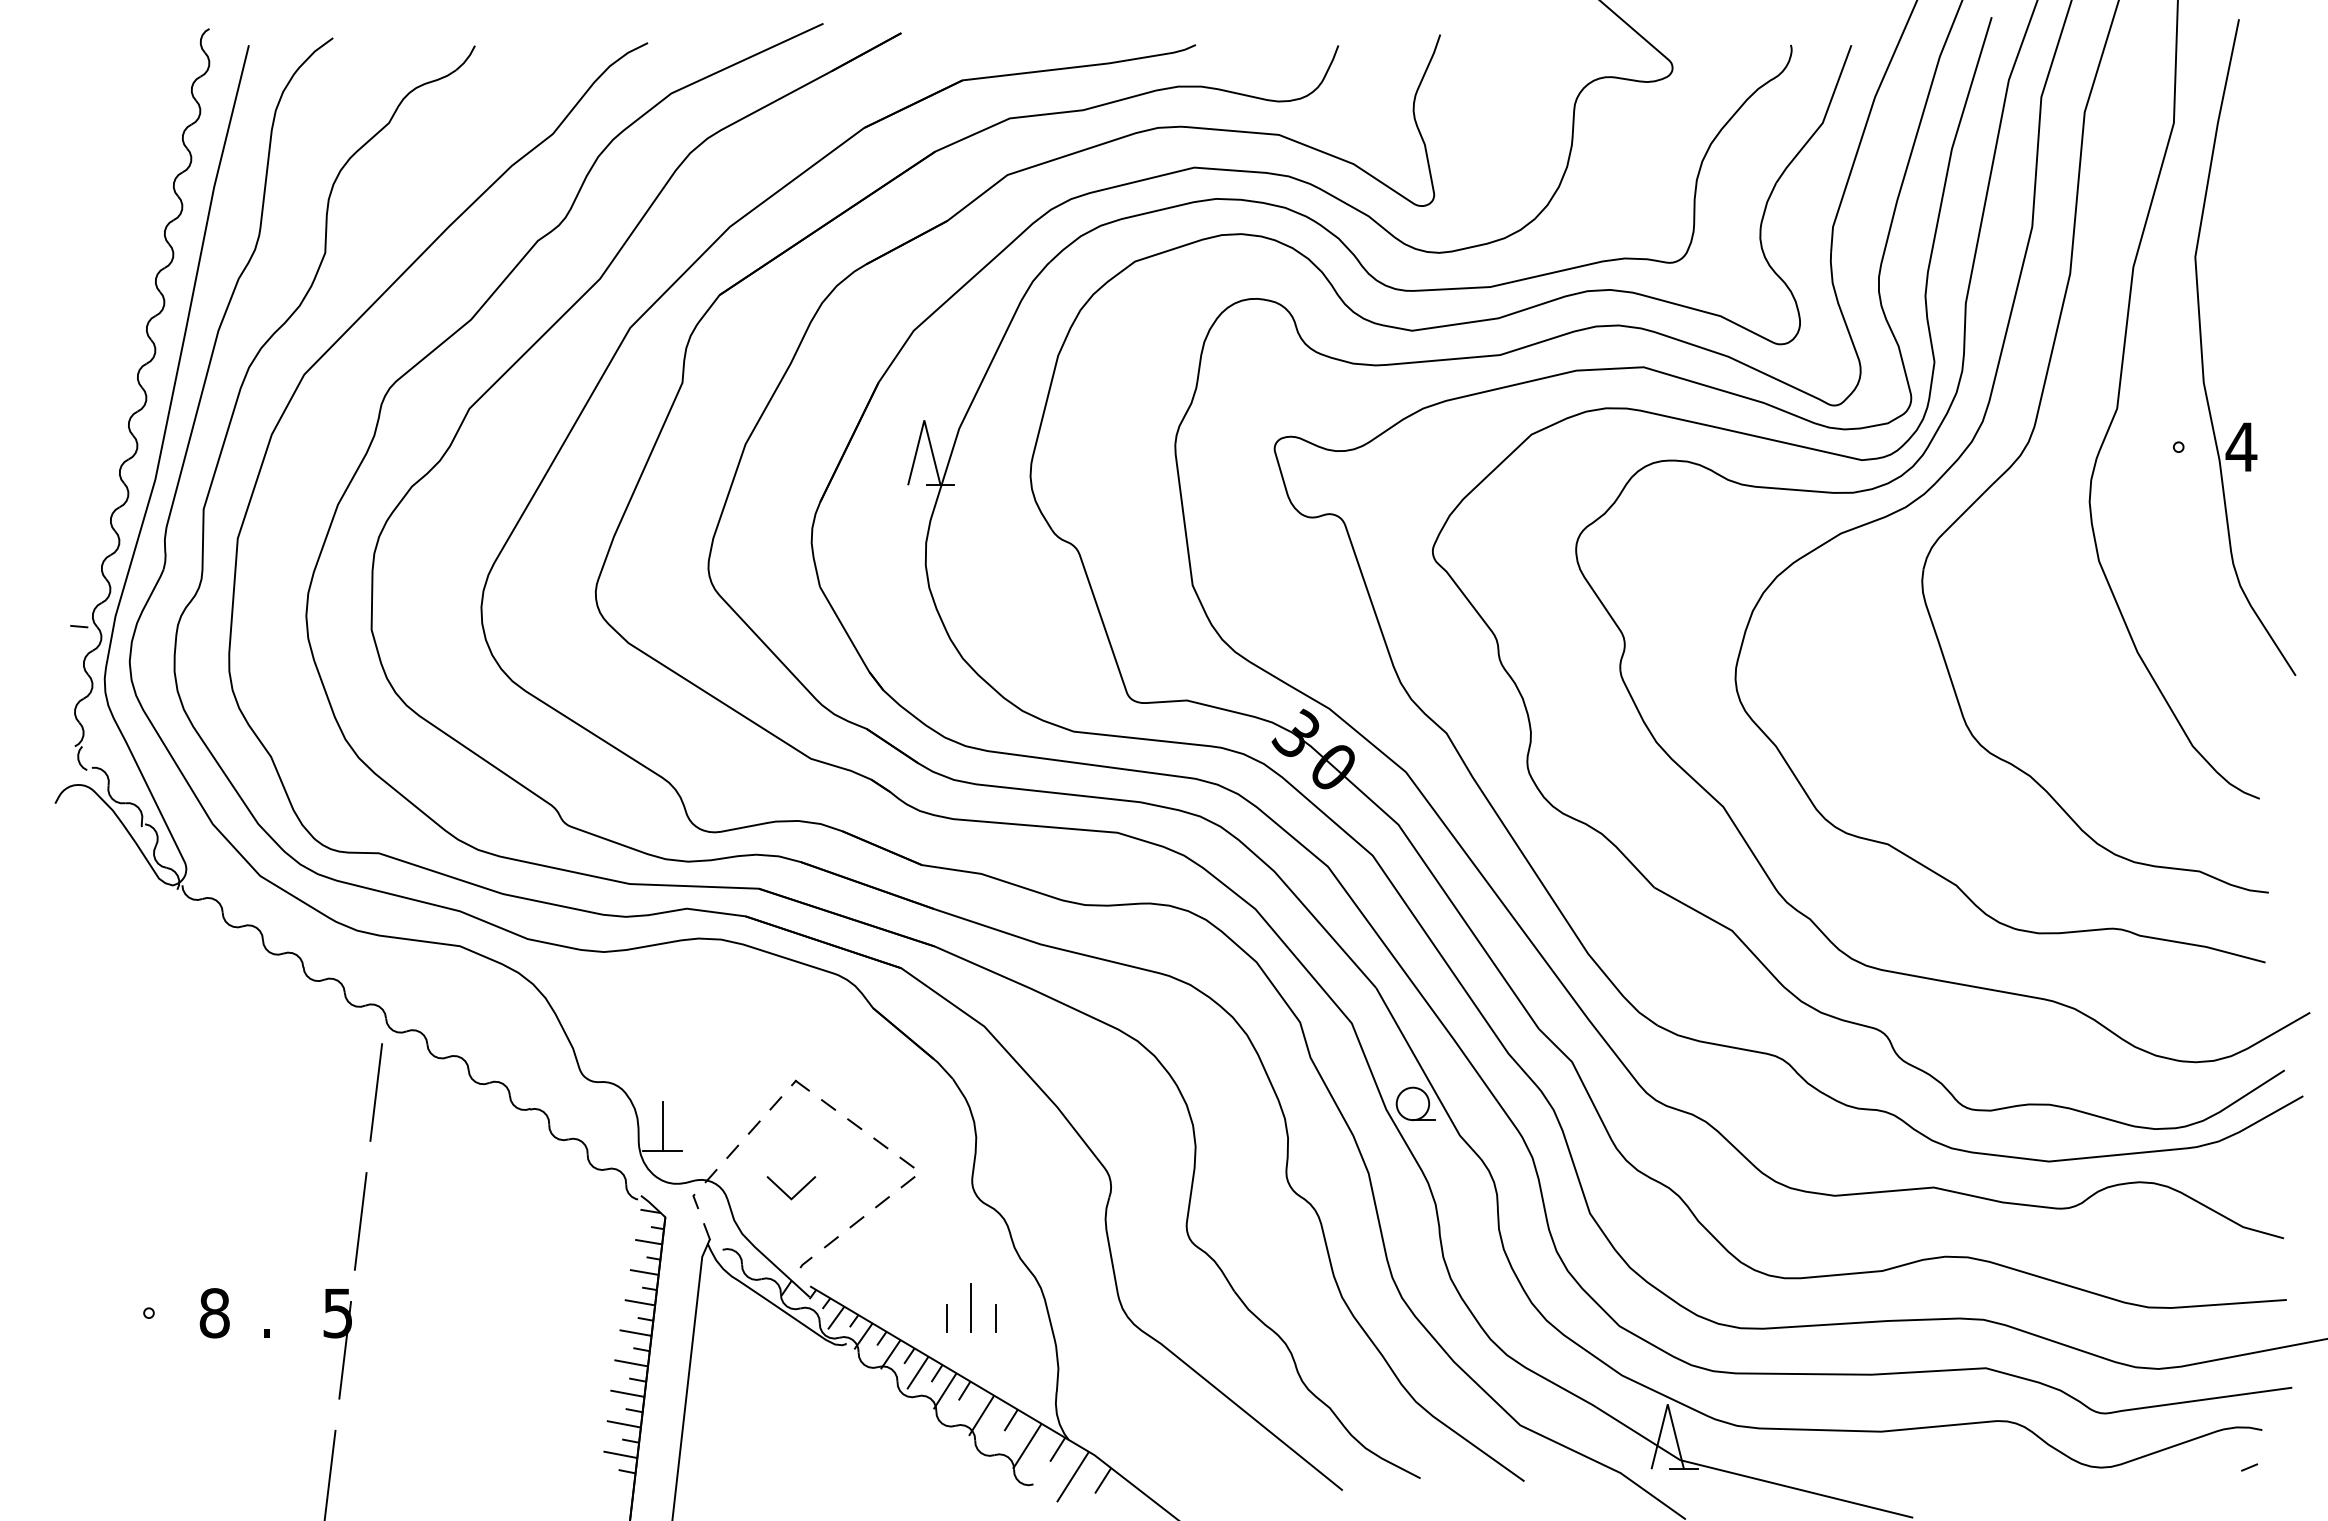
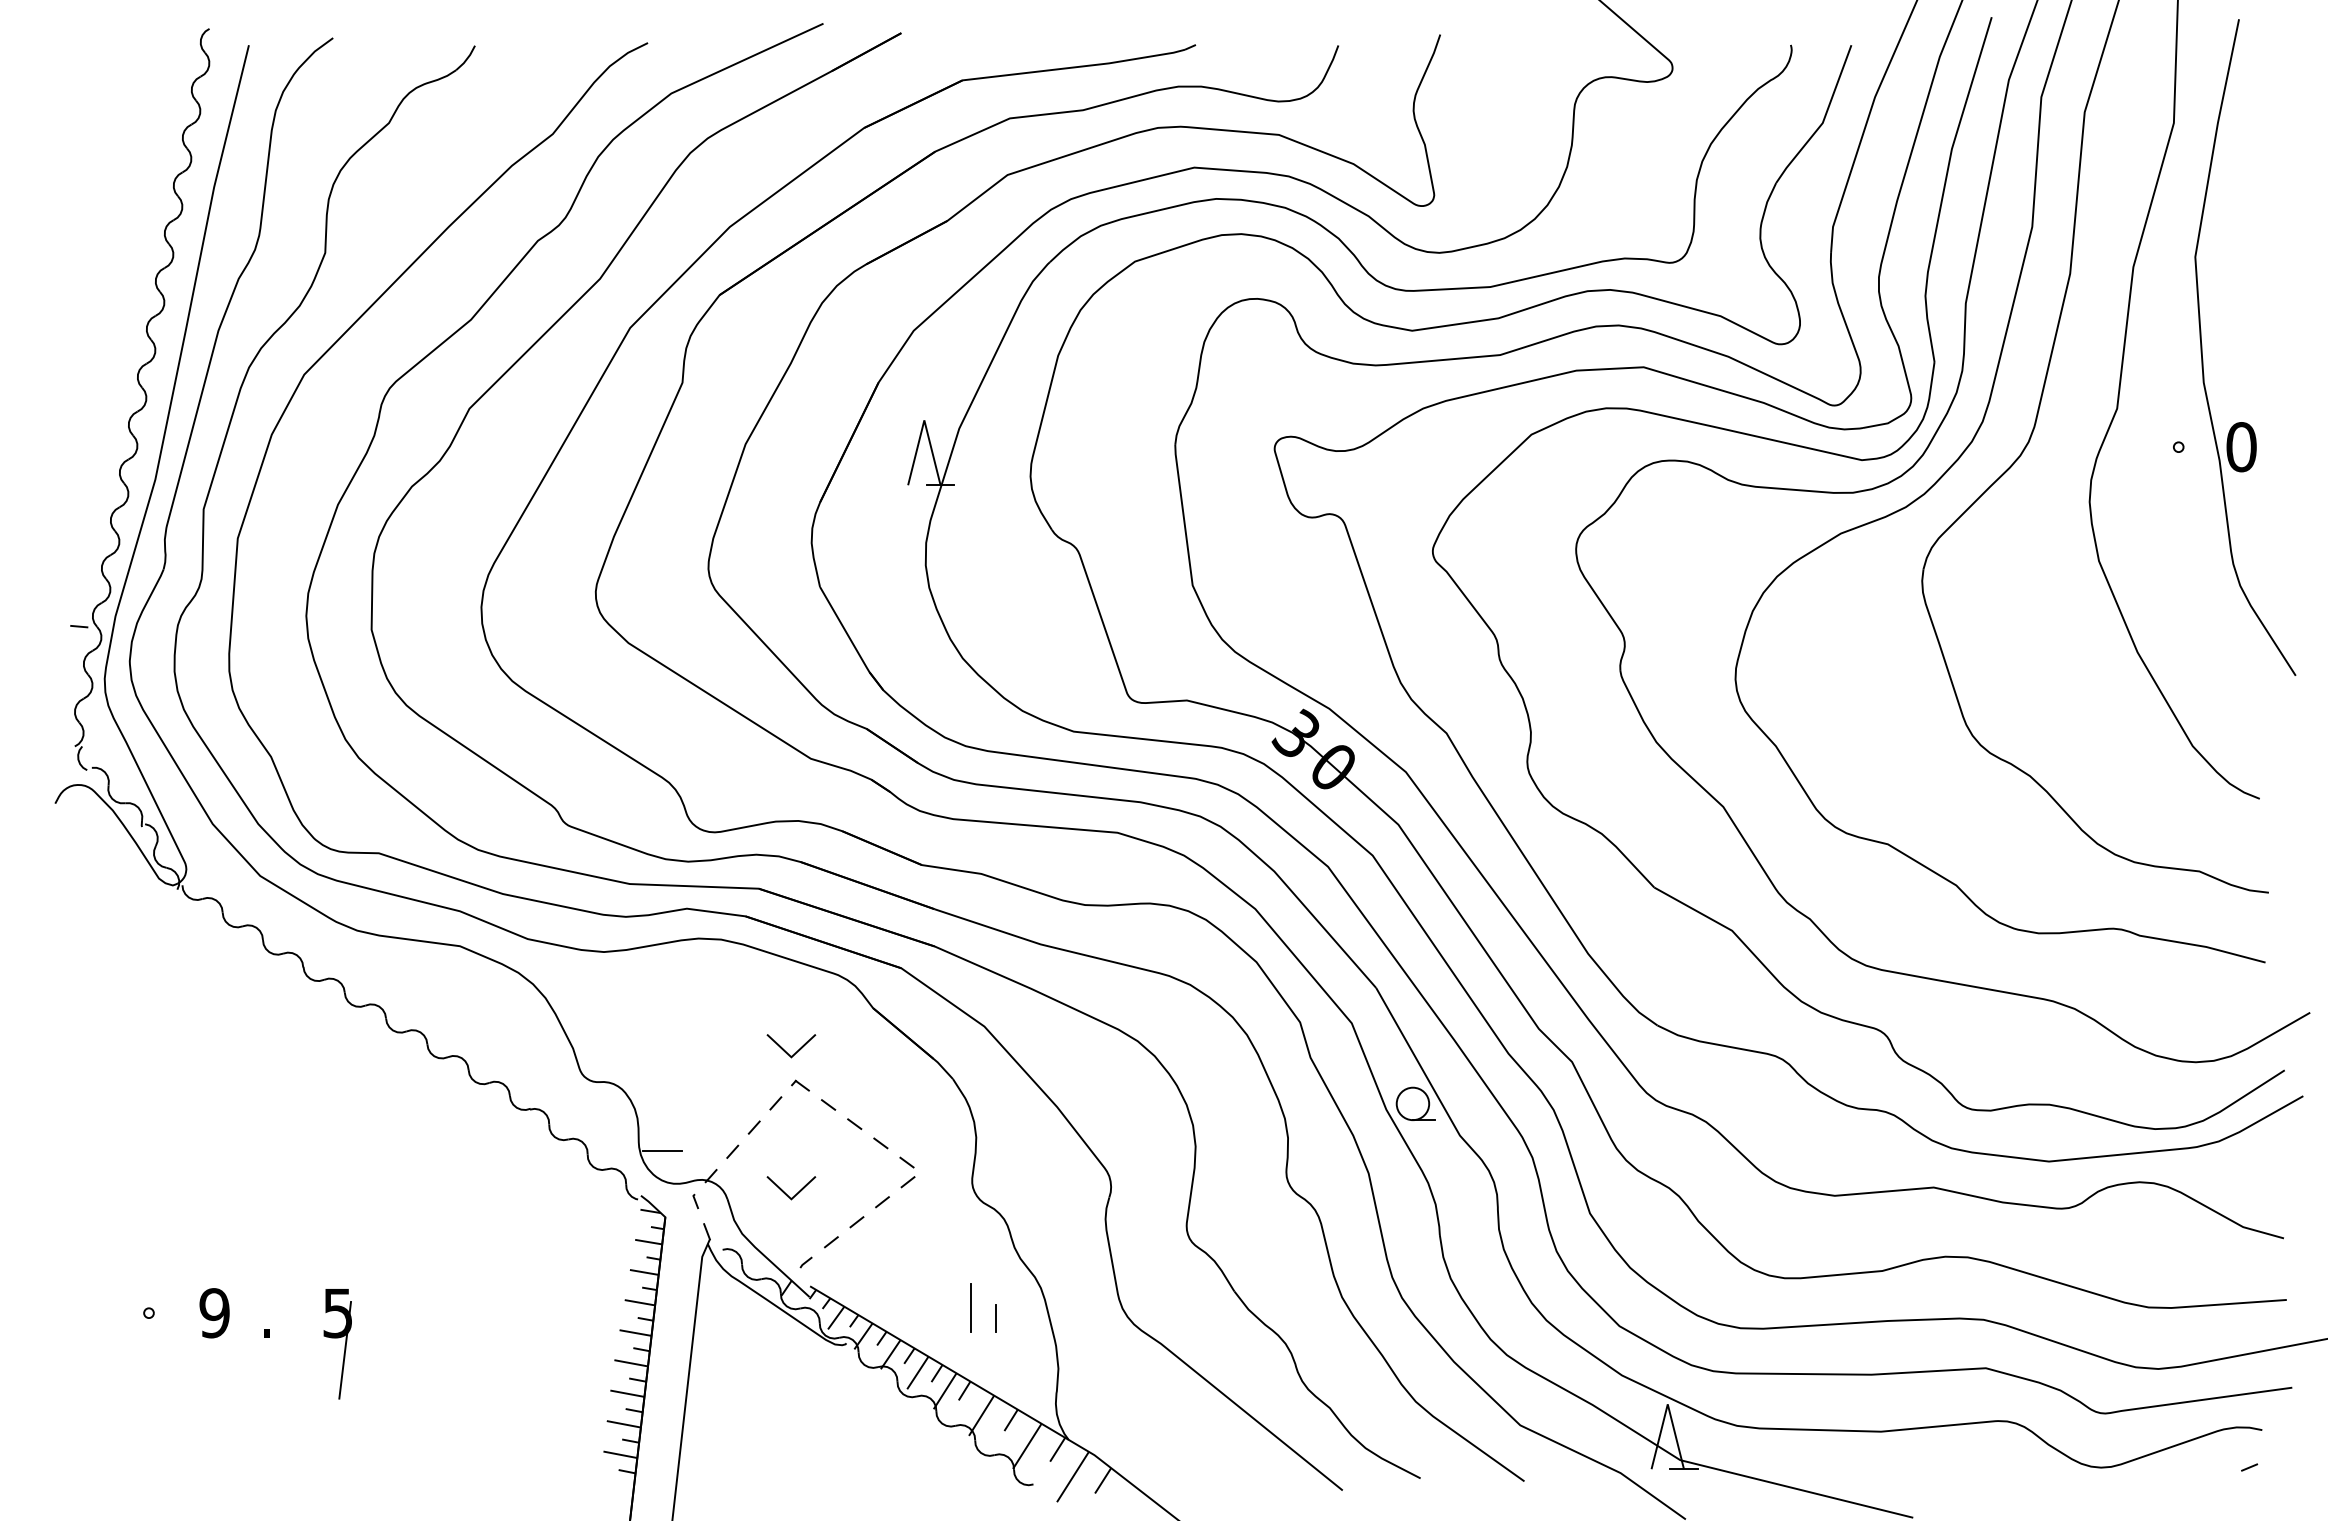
text at (2241, 447): 4 -> 0
line at (786, 1051): none -> present
line at (376, 1092): present -> none
line at (662, 1126): present -> none
line at (360, 1221): present -> none
text at (214, 1313): 8 -> 9
line at (947, 1318): present -> none
line at (330, 1473): present -> none
